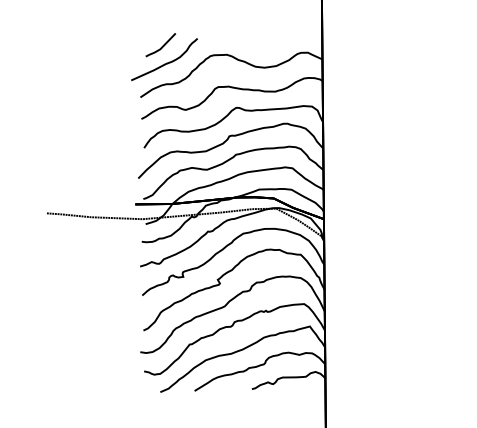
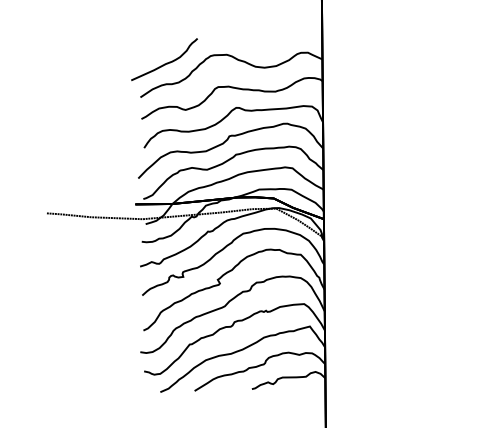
line at (161, 46): present -> none
